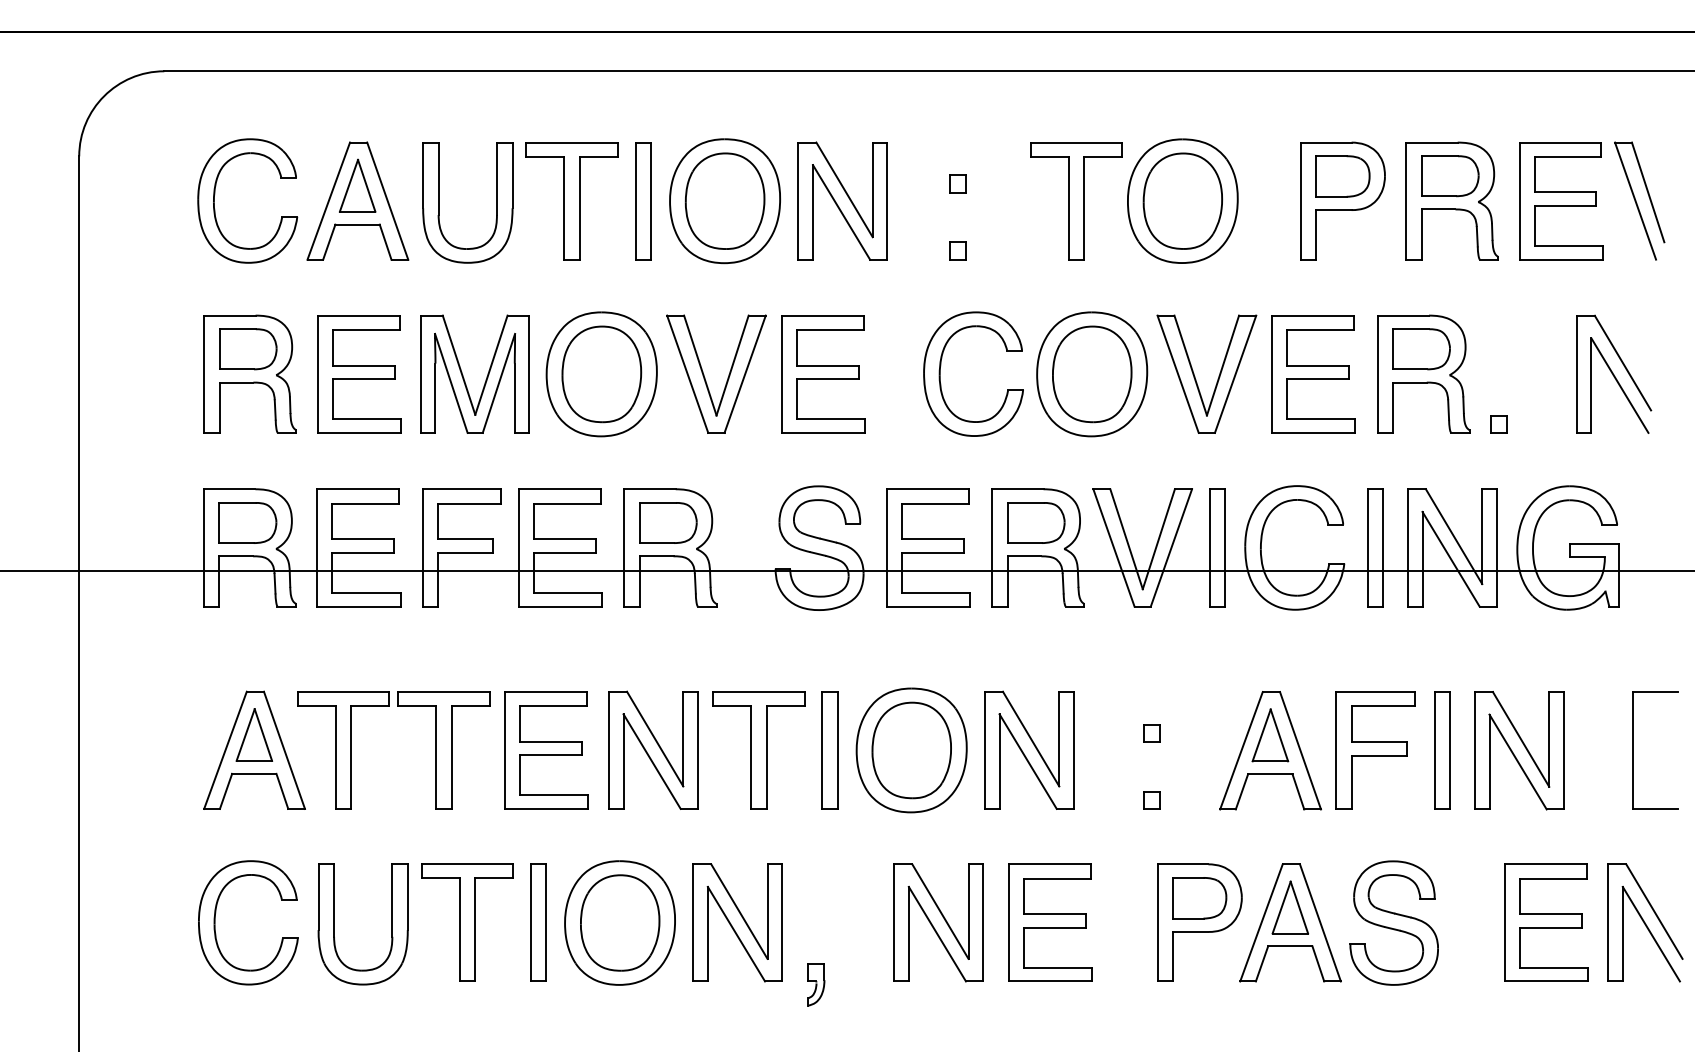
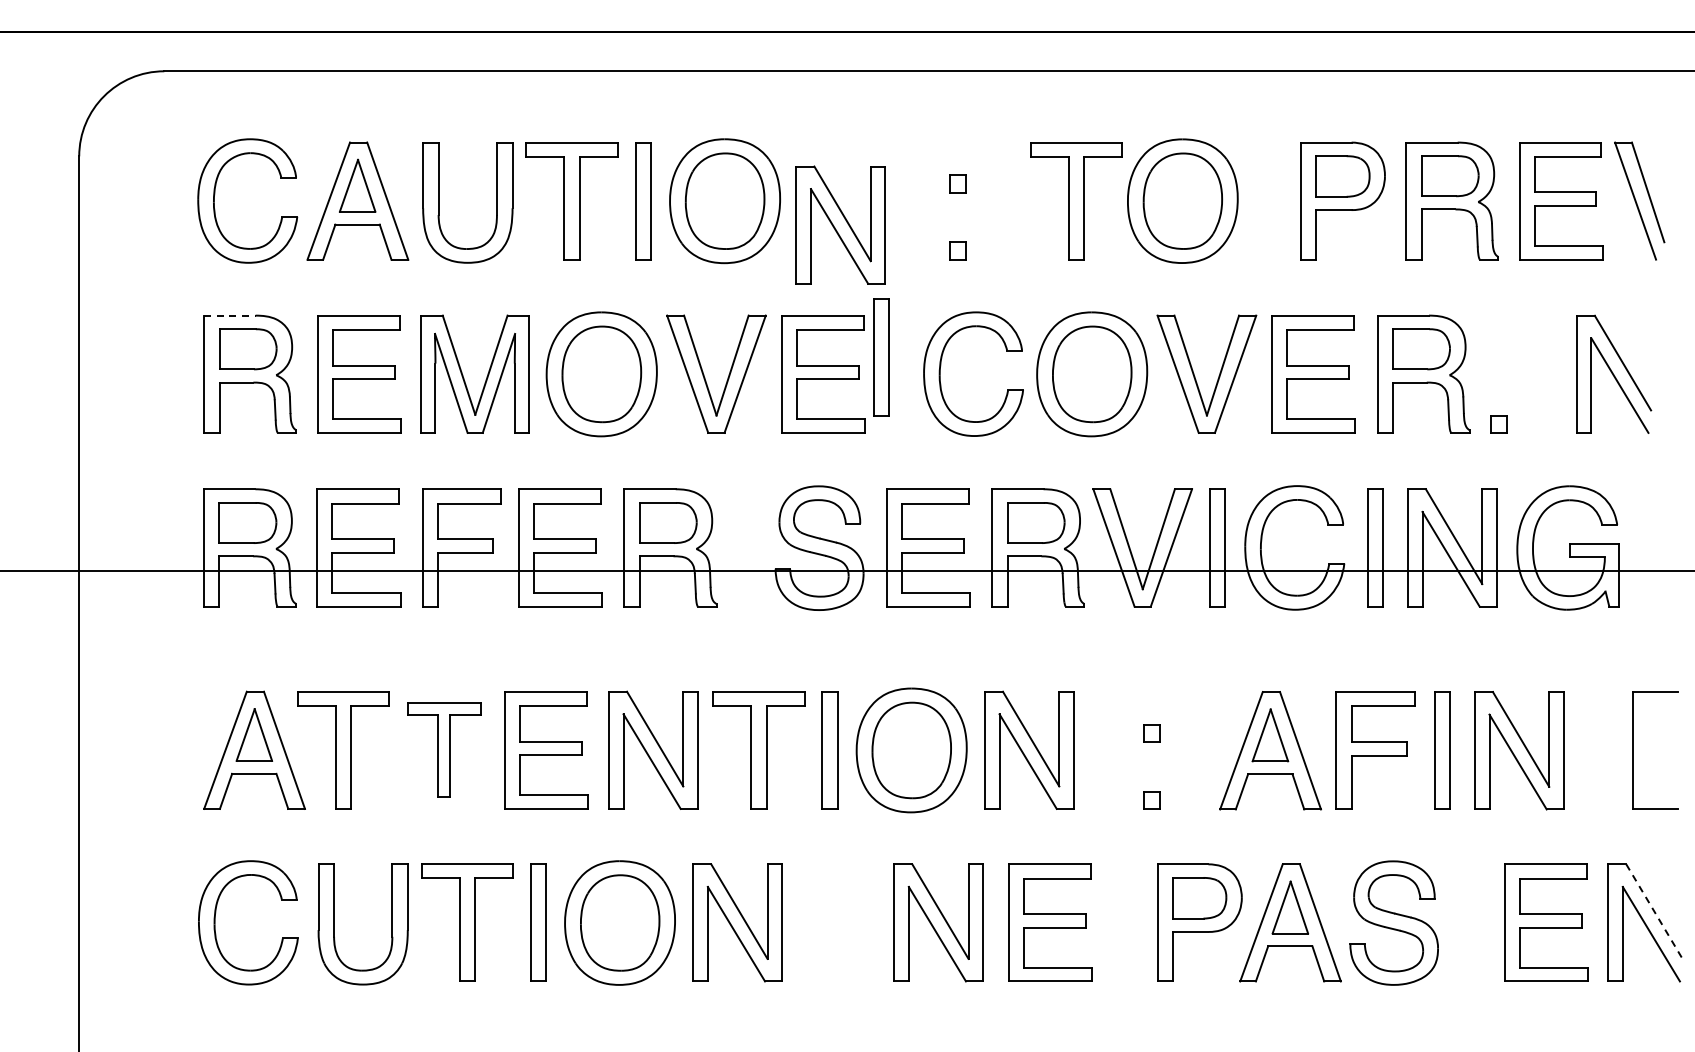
part at (842, 200) position: (842, 200) -> (840, 224)
line at (229, 315): solid -> dashed
part at (881, 357): none -> present
part at (443, 750) size: 94x119 px -> 75x96 px
line at (1654, 912): solid -> dashed
part at (816, 984): present -> none
